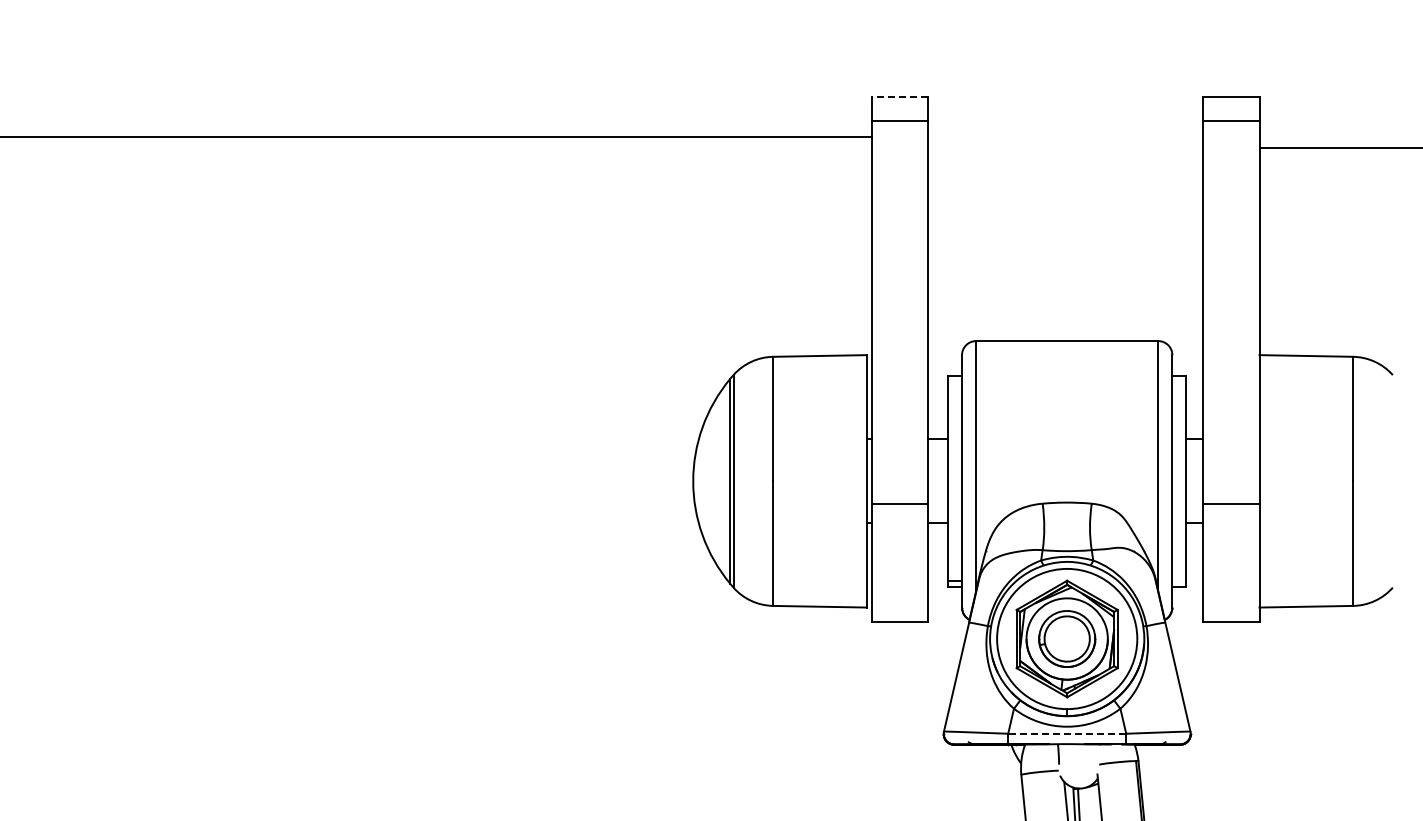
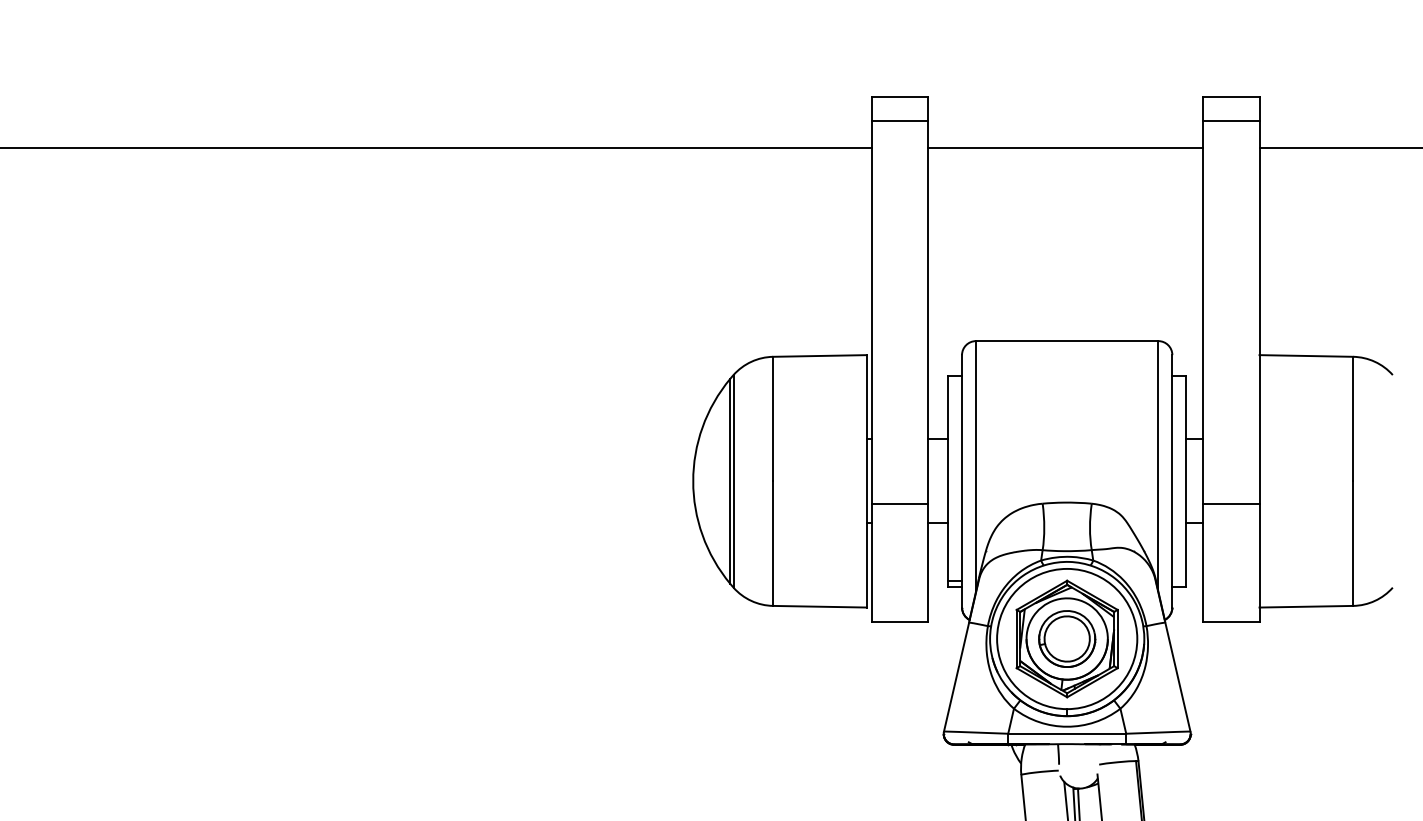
line at (899, 96): dashed -> solid
line at (437, 136) position: (437, 136) -> (437, 147)
line at (1065, 147): none -> present
line at (1067, 733): dashed -> solid
